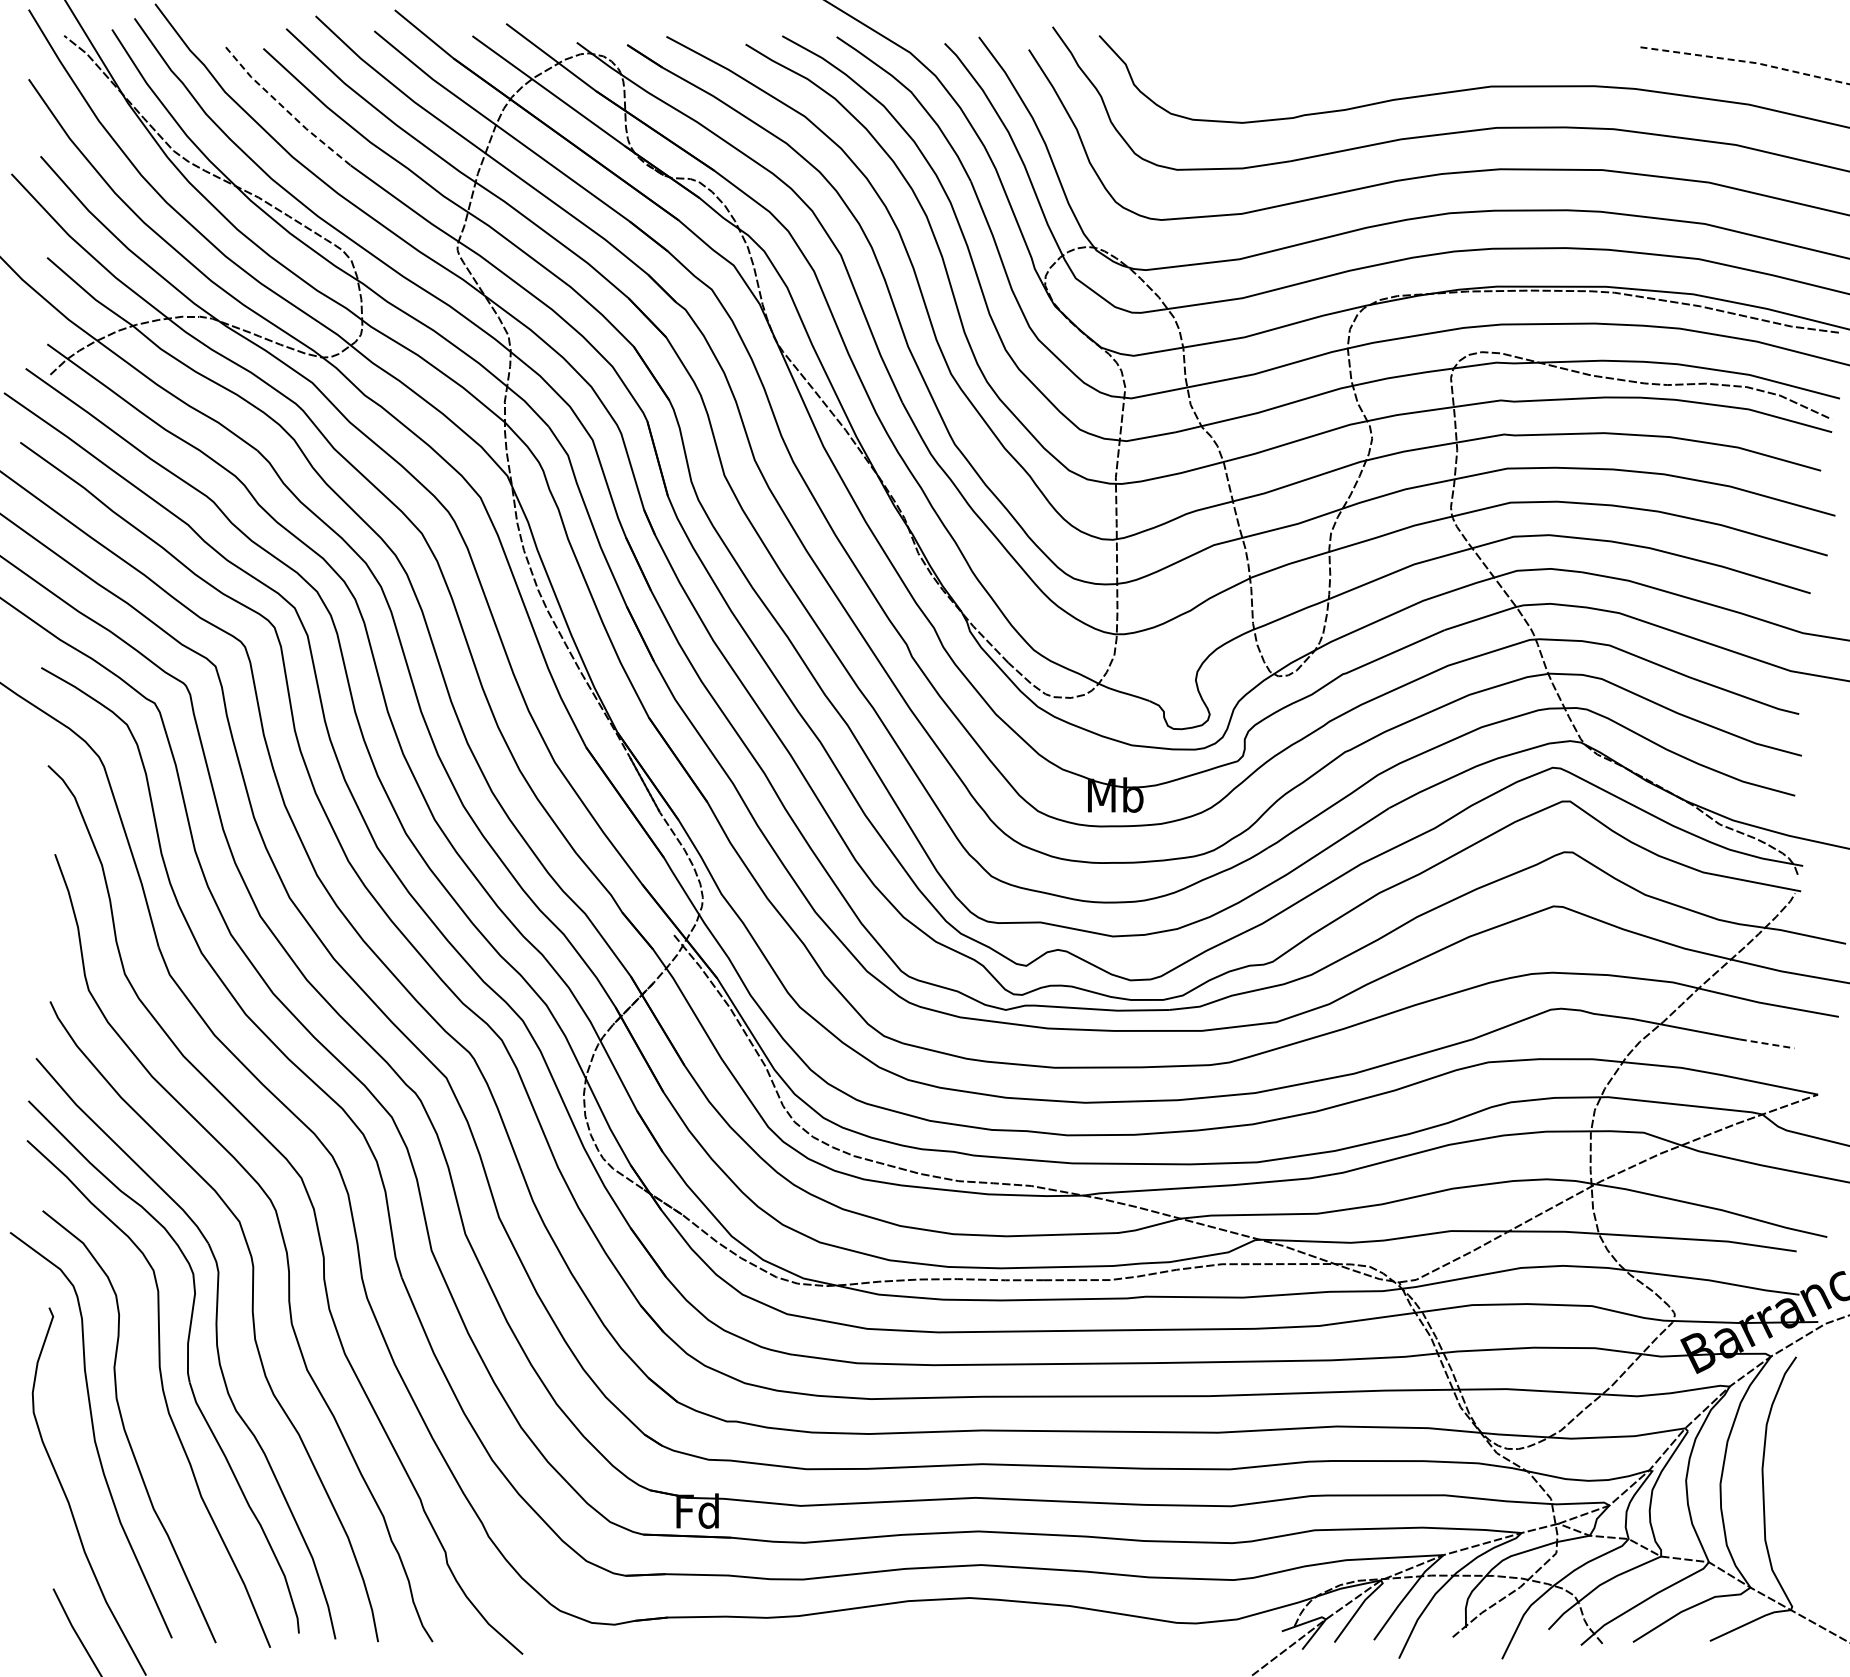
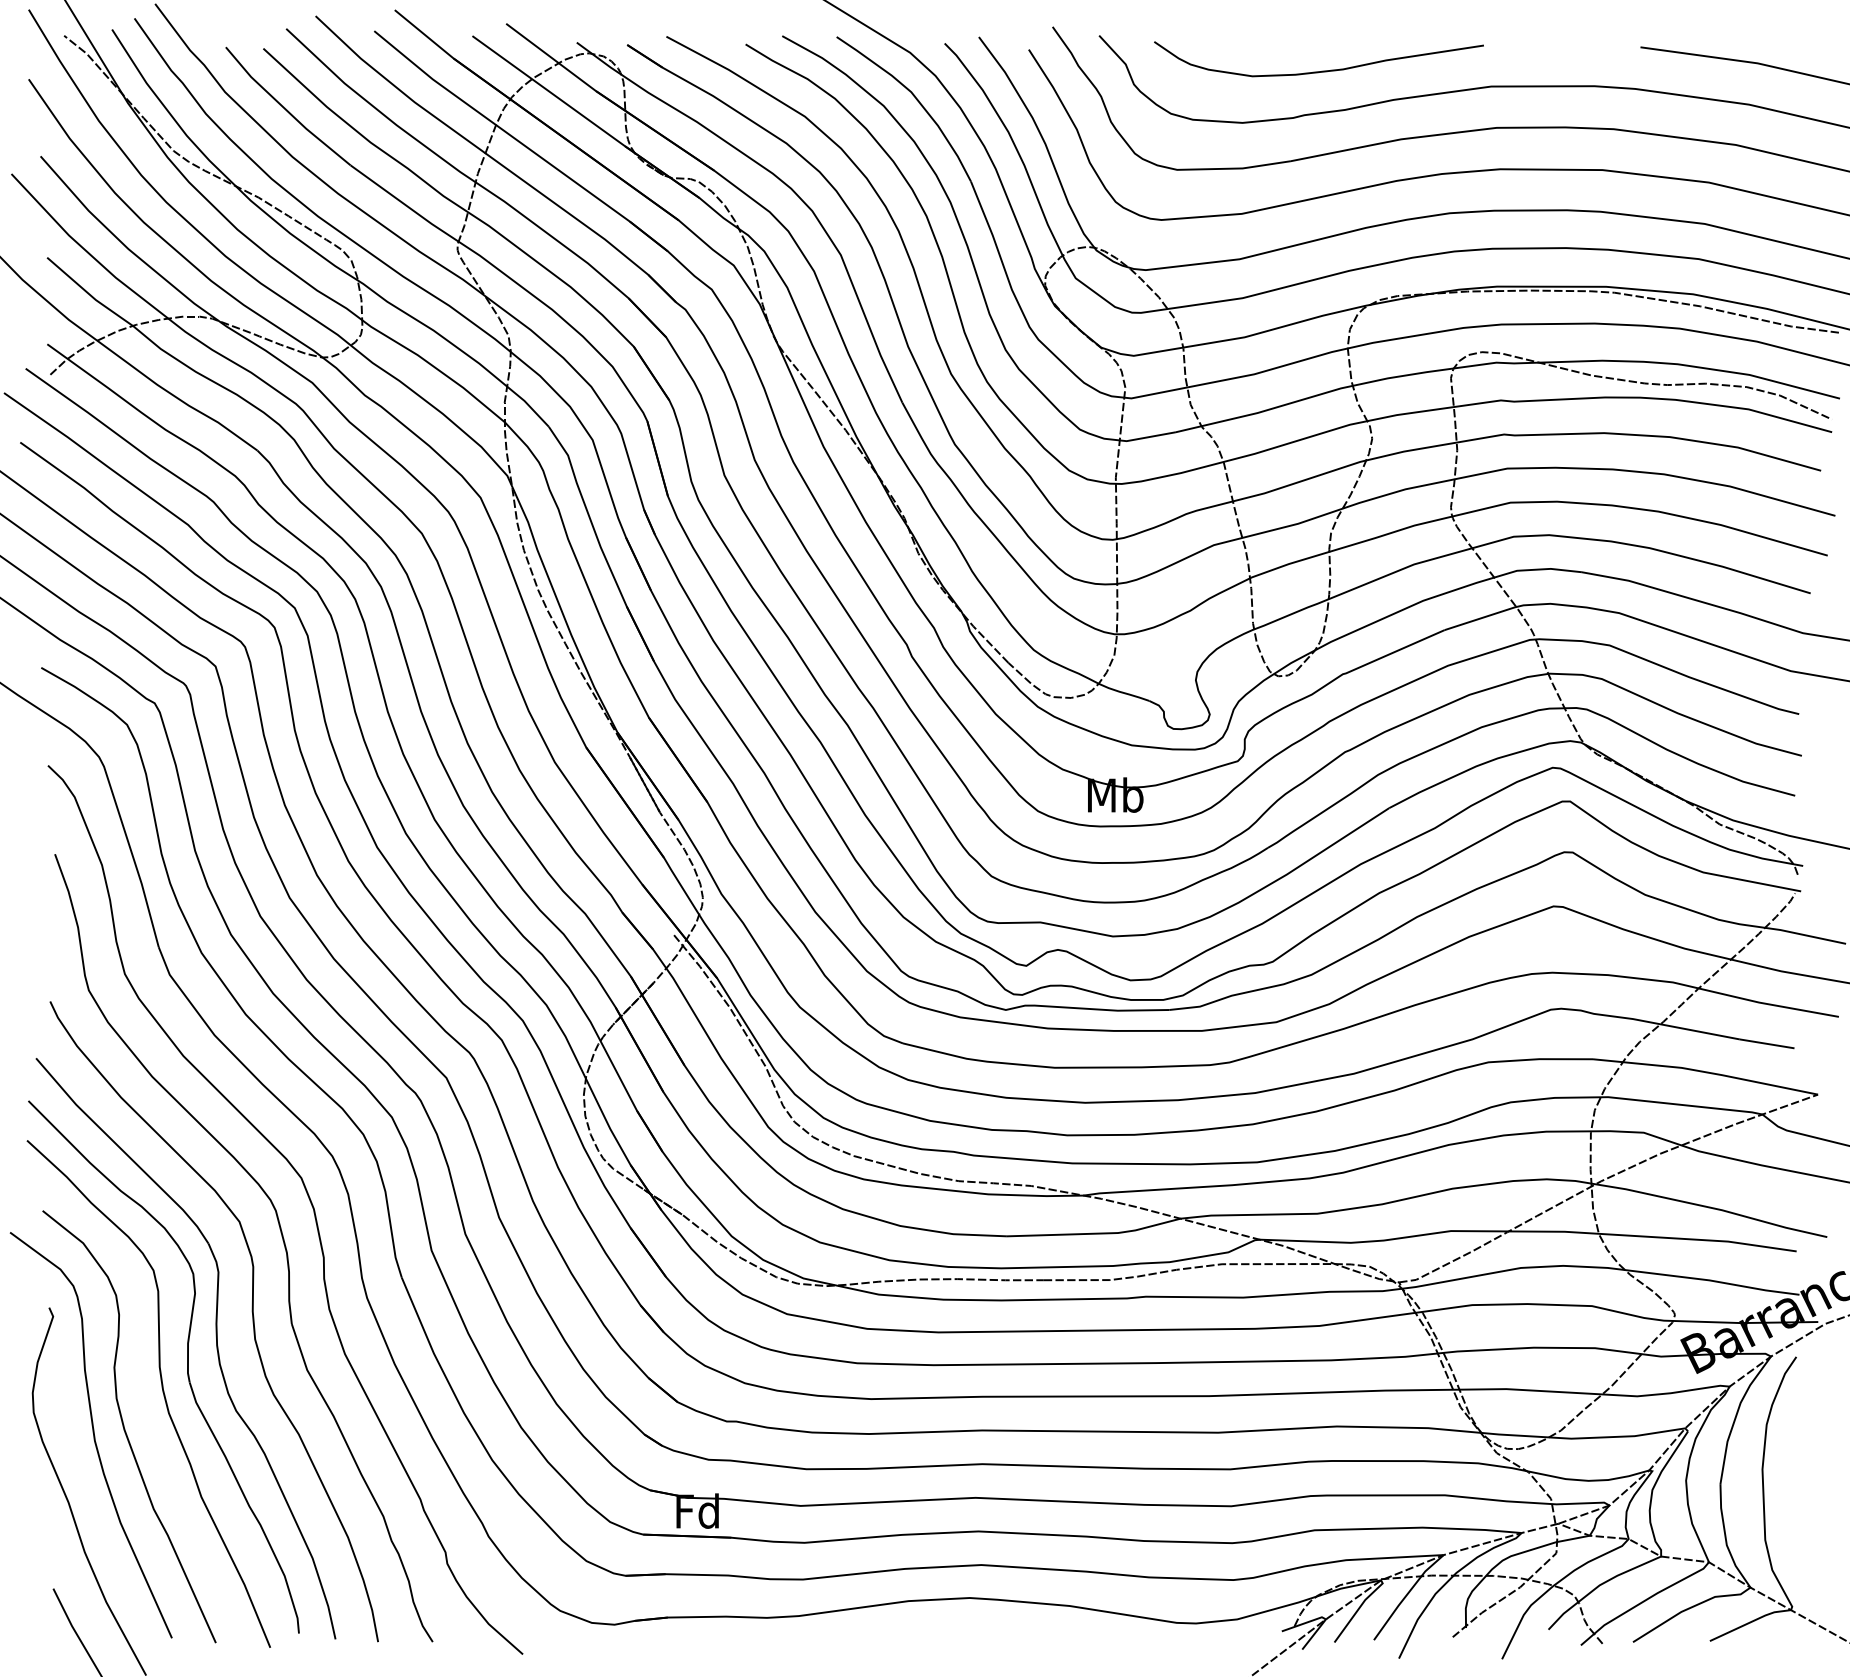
line at (1745, 61): dashed -> solid
curve at (1322, 70): none -> present
line at (285, 109): dashed -> solid
line at (1767, 1043): dashed -> solid
